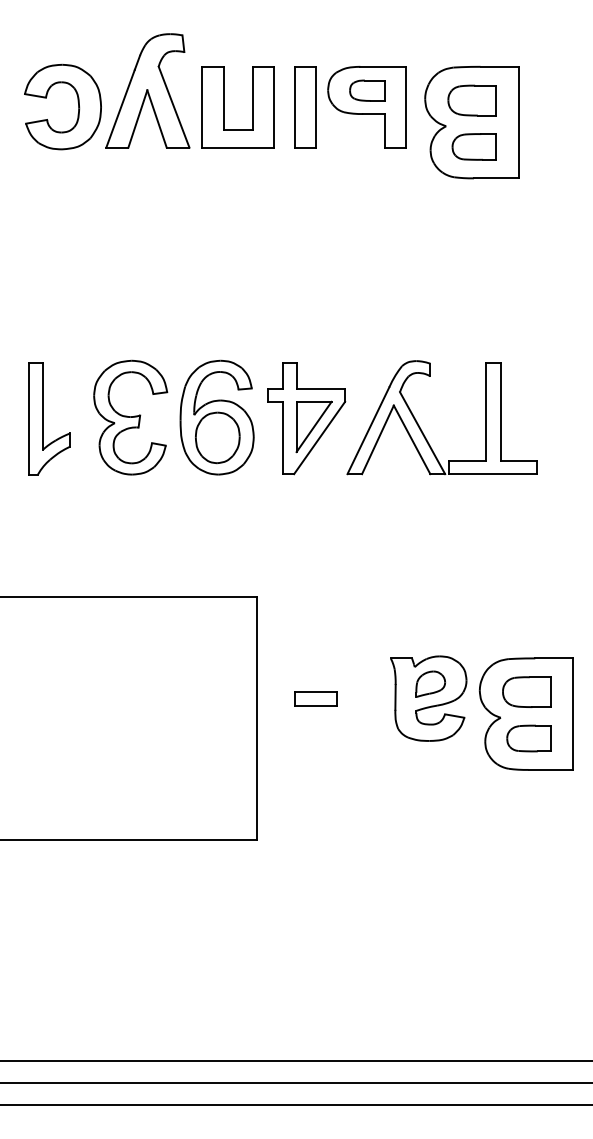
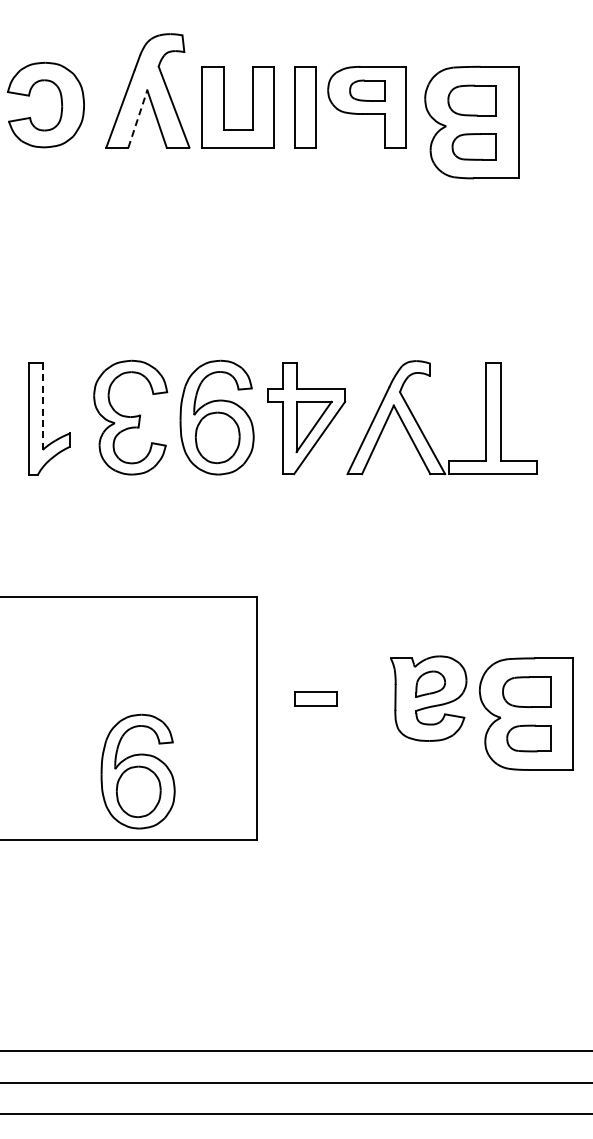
part at (77, 101) position: (77, 101) -> (60, 99)
line at (138, 118): solid -> dashed
line at (42, 406): solid -> dashed
part at (137, 771): none -> present
line at (295, 1060) position: (295, 1060) -> (295, 1050)
line at (295, 1104) position: (295, 1104) -> (295, 1113)
